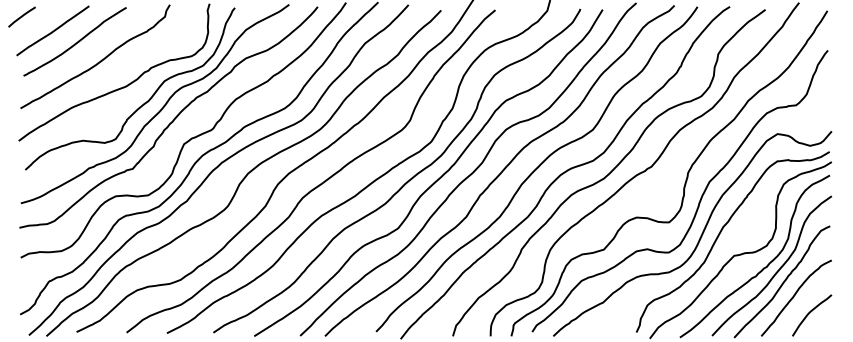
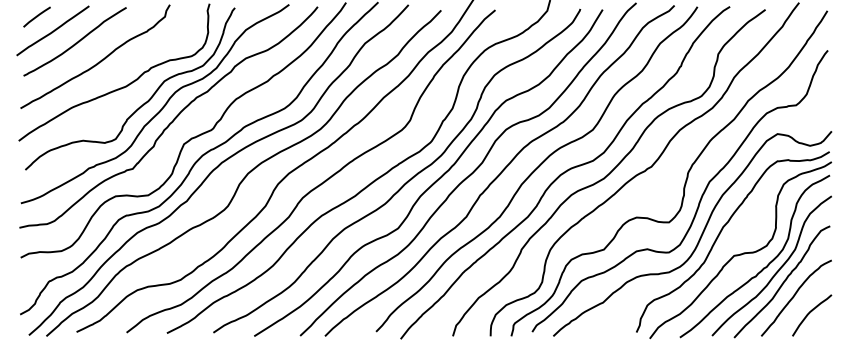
line at (21, 16) position: (21, 16) -> (36, 16)
